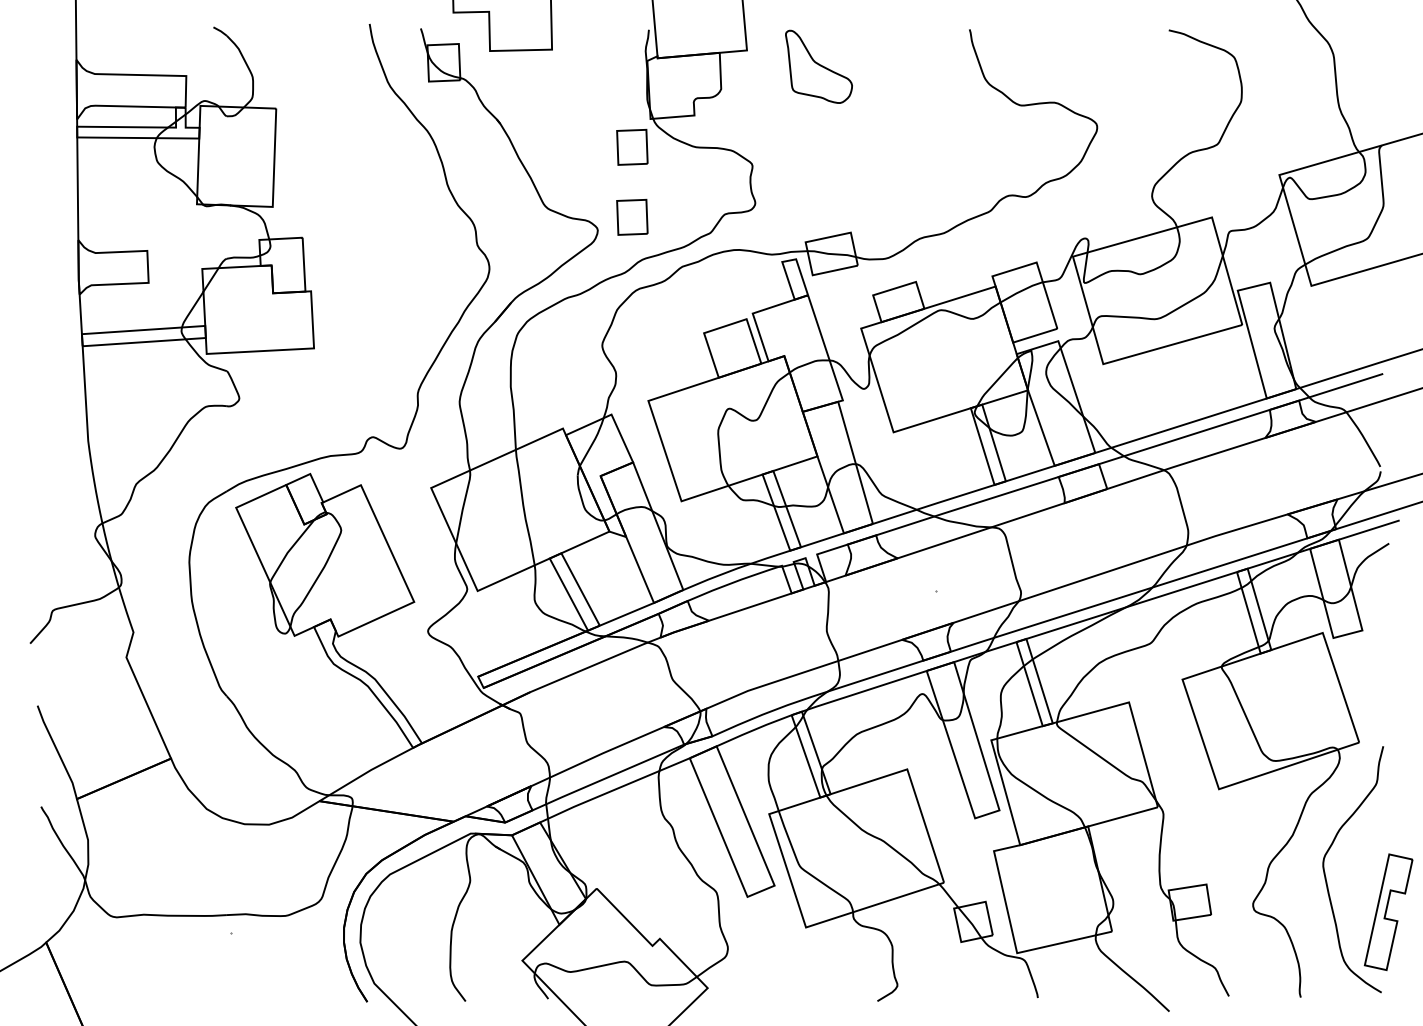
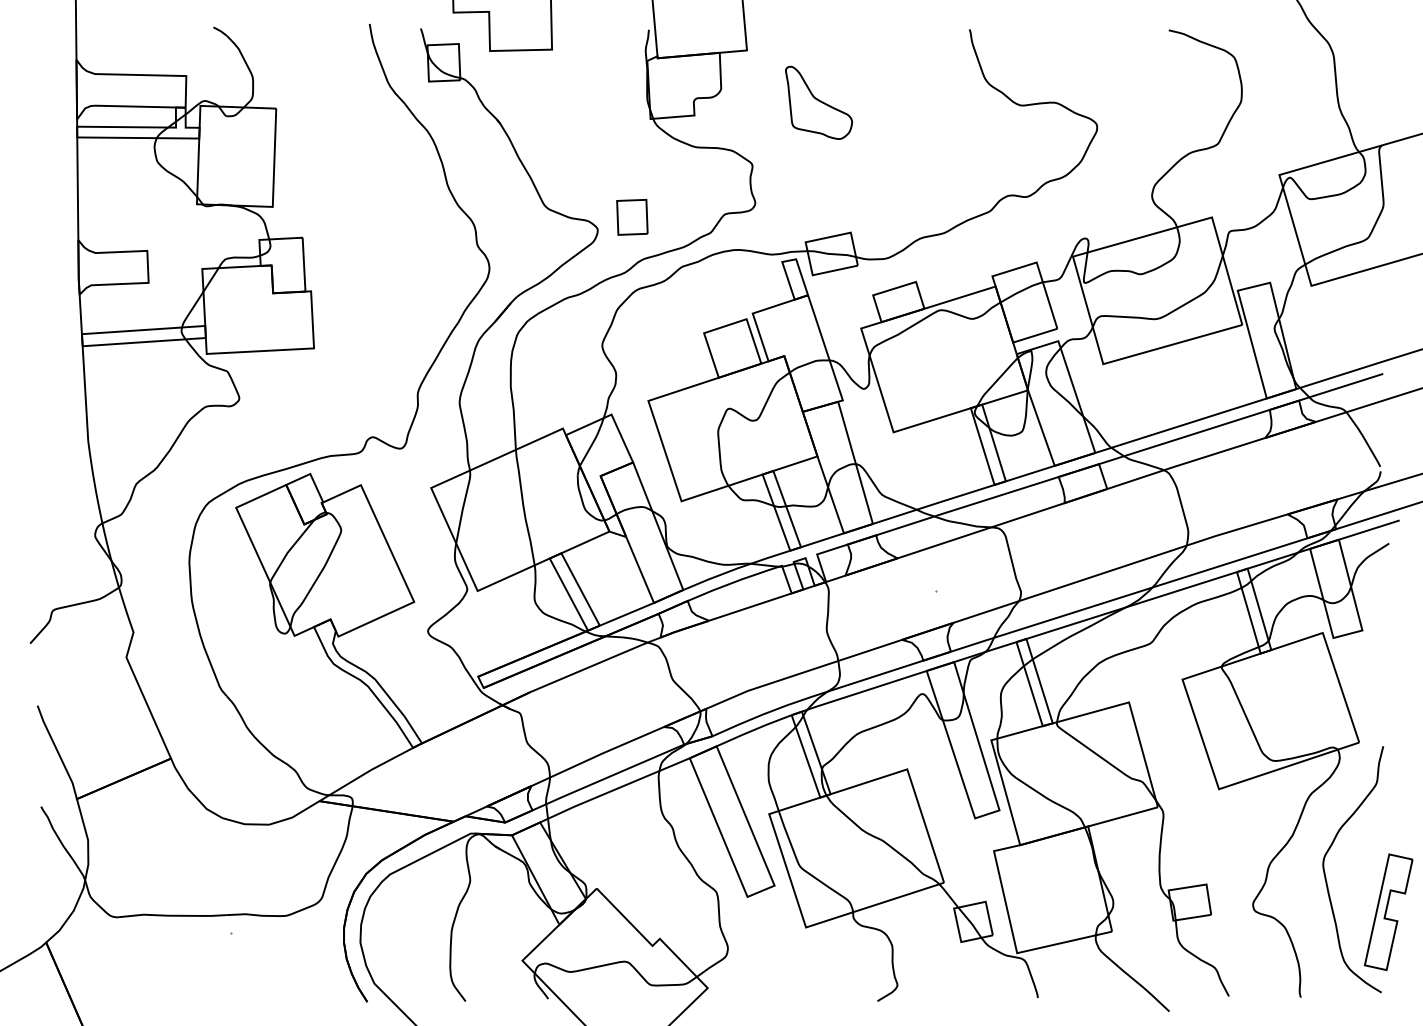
part at (818, 66) position: (818, 66) -> (818, 102)
part at (632, 146): present -> none
